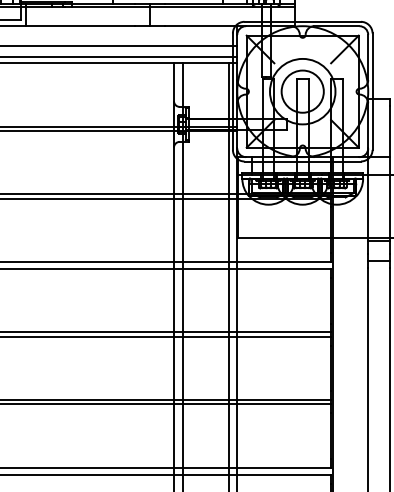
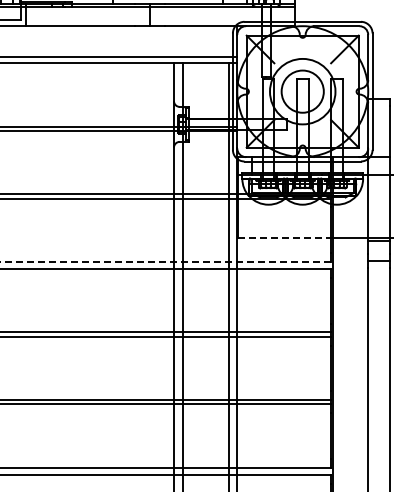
line at (119, 45): present -> none
line at (284, 237): solid -> dashed
line at (165, 261): solid -> dashed
